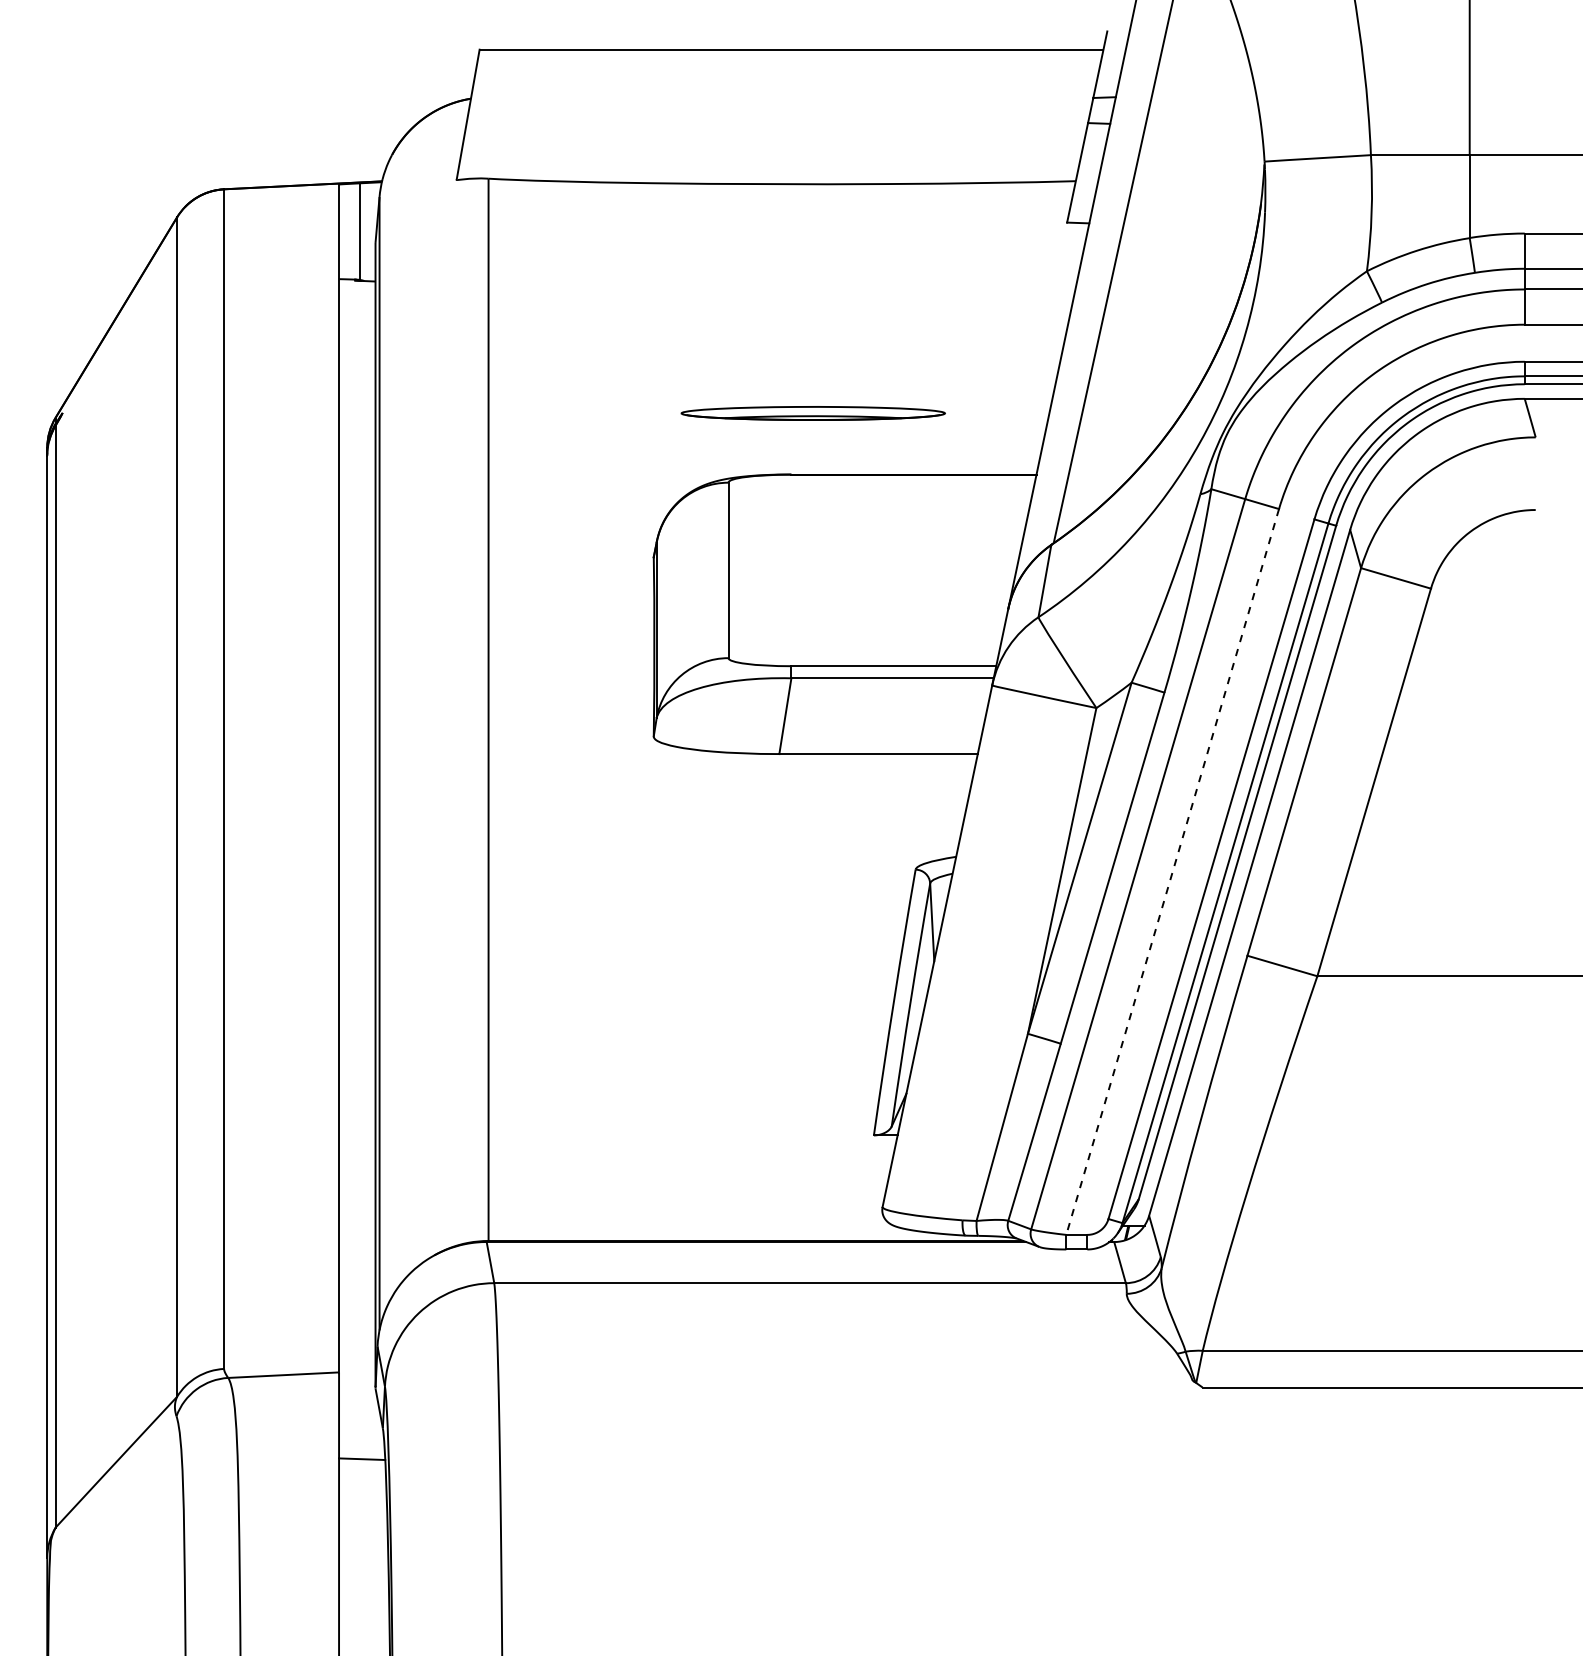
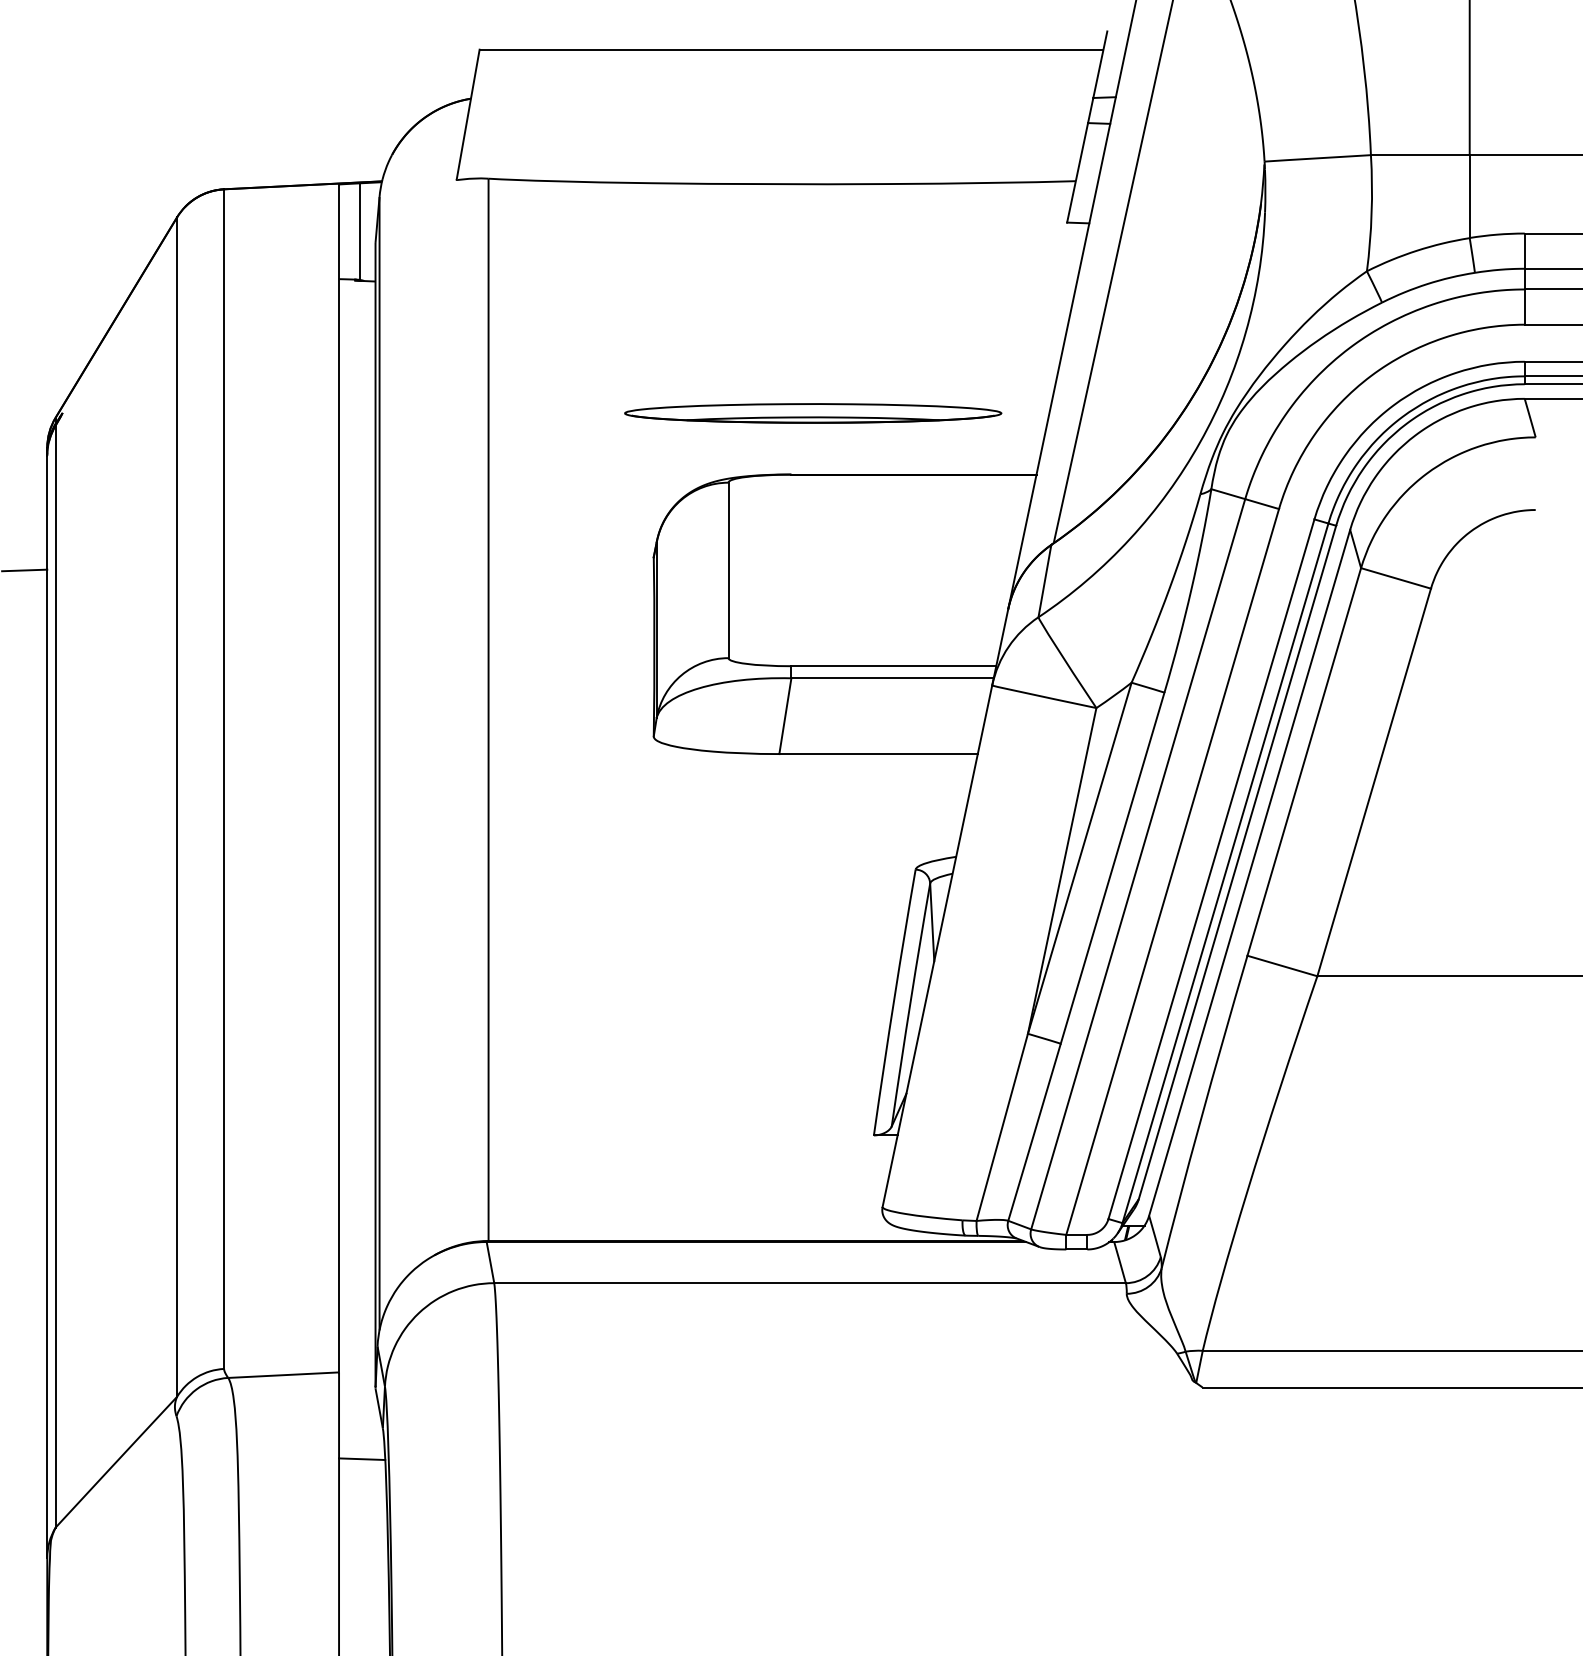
part at (812, 413) size: 266x15 px -> 379x21 px
line at (24, 570): none -> present
line at (1172, 872): dashed -> solid
